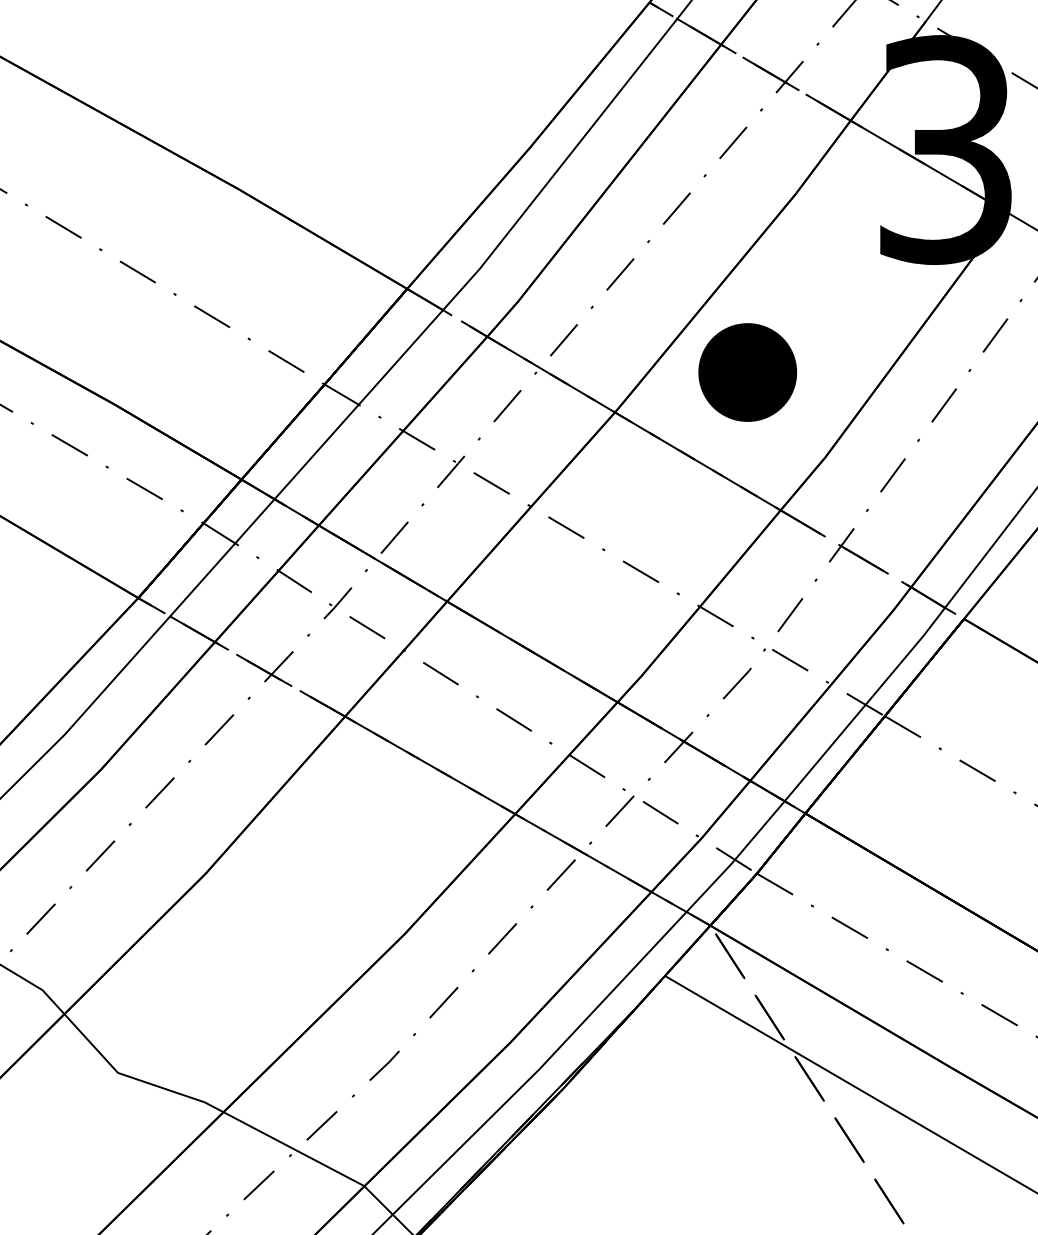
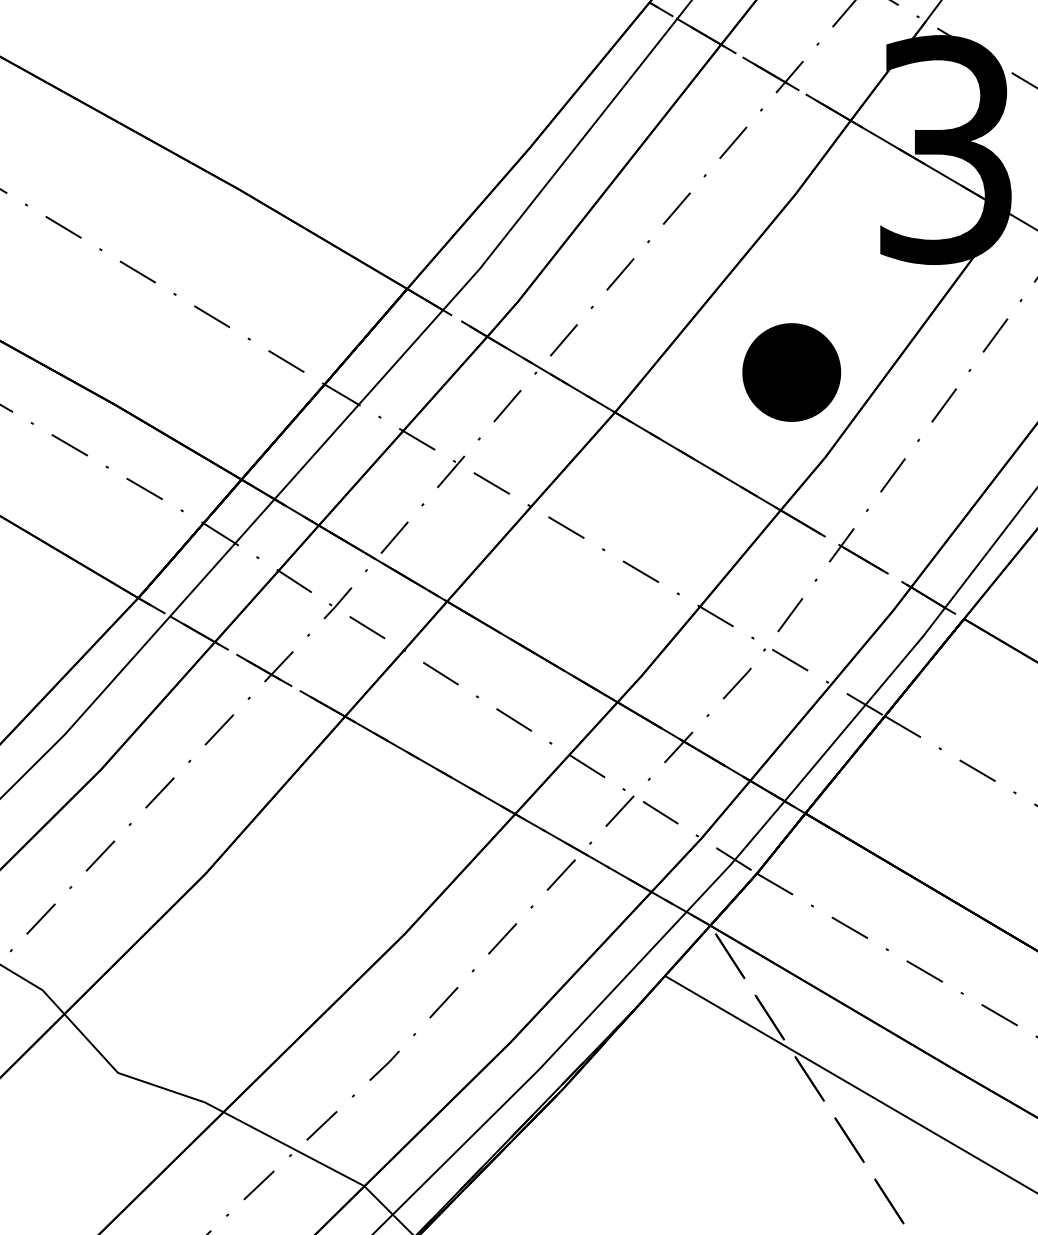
part at (747, 372) position: (747, 372) -> (791, 372)
